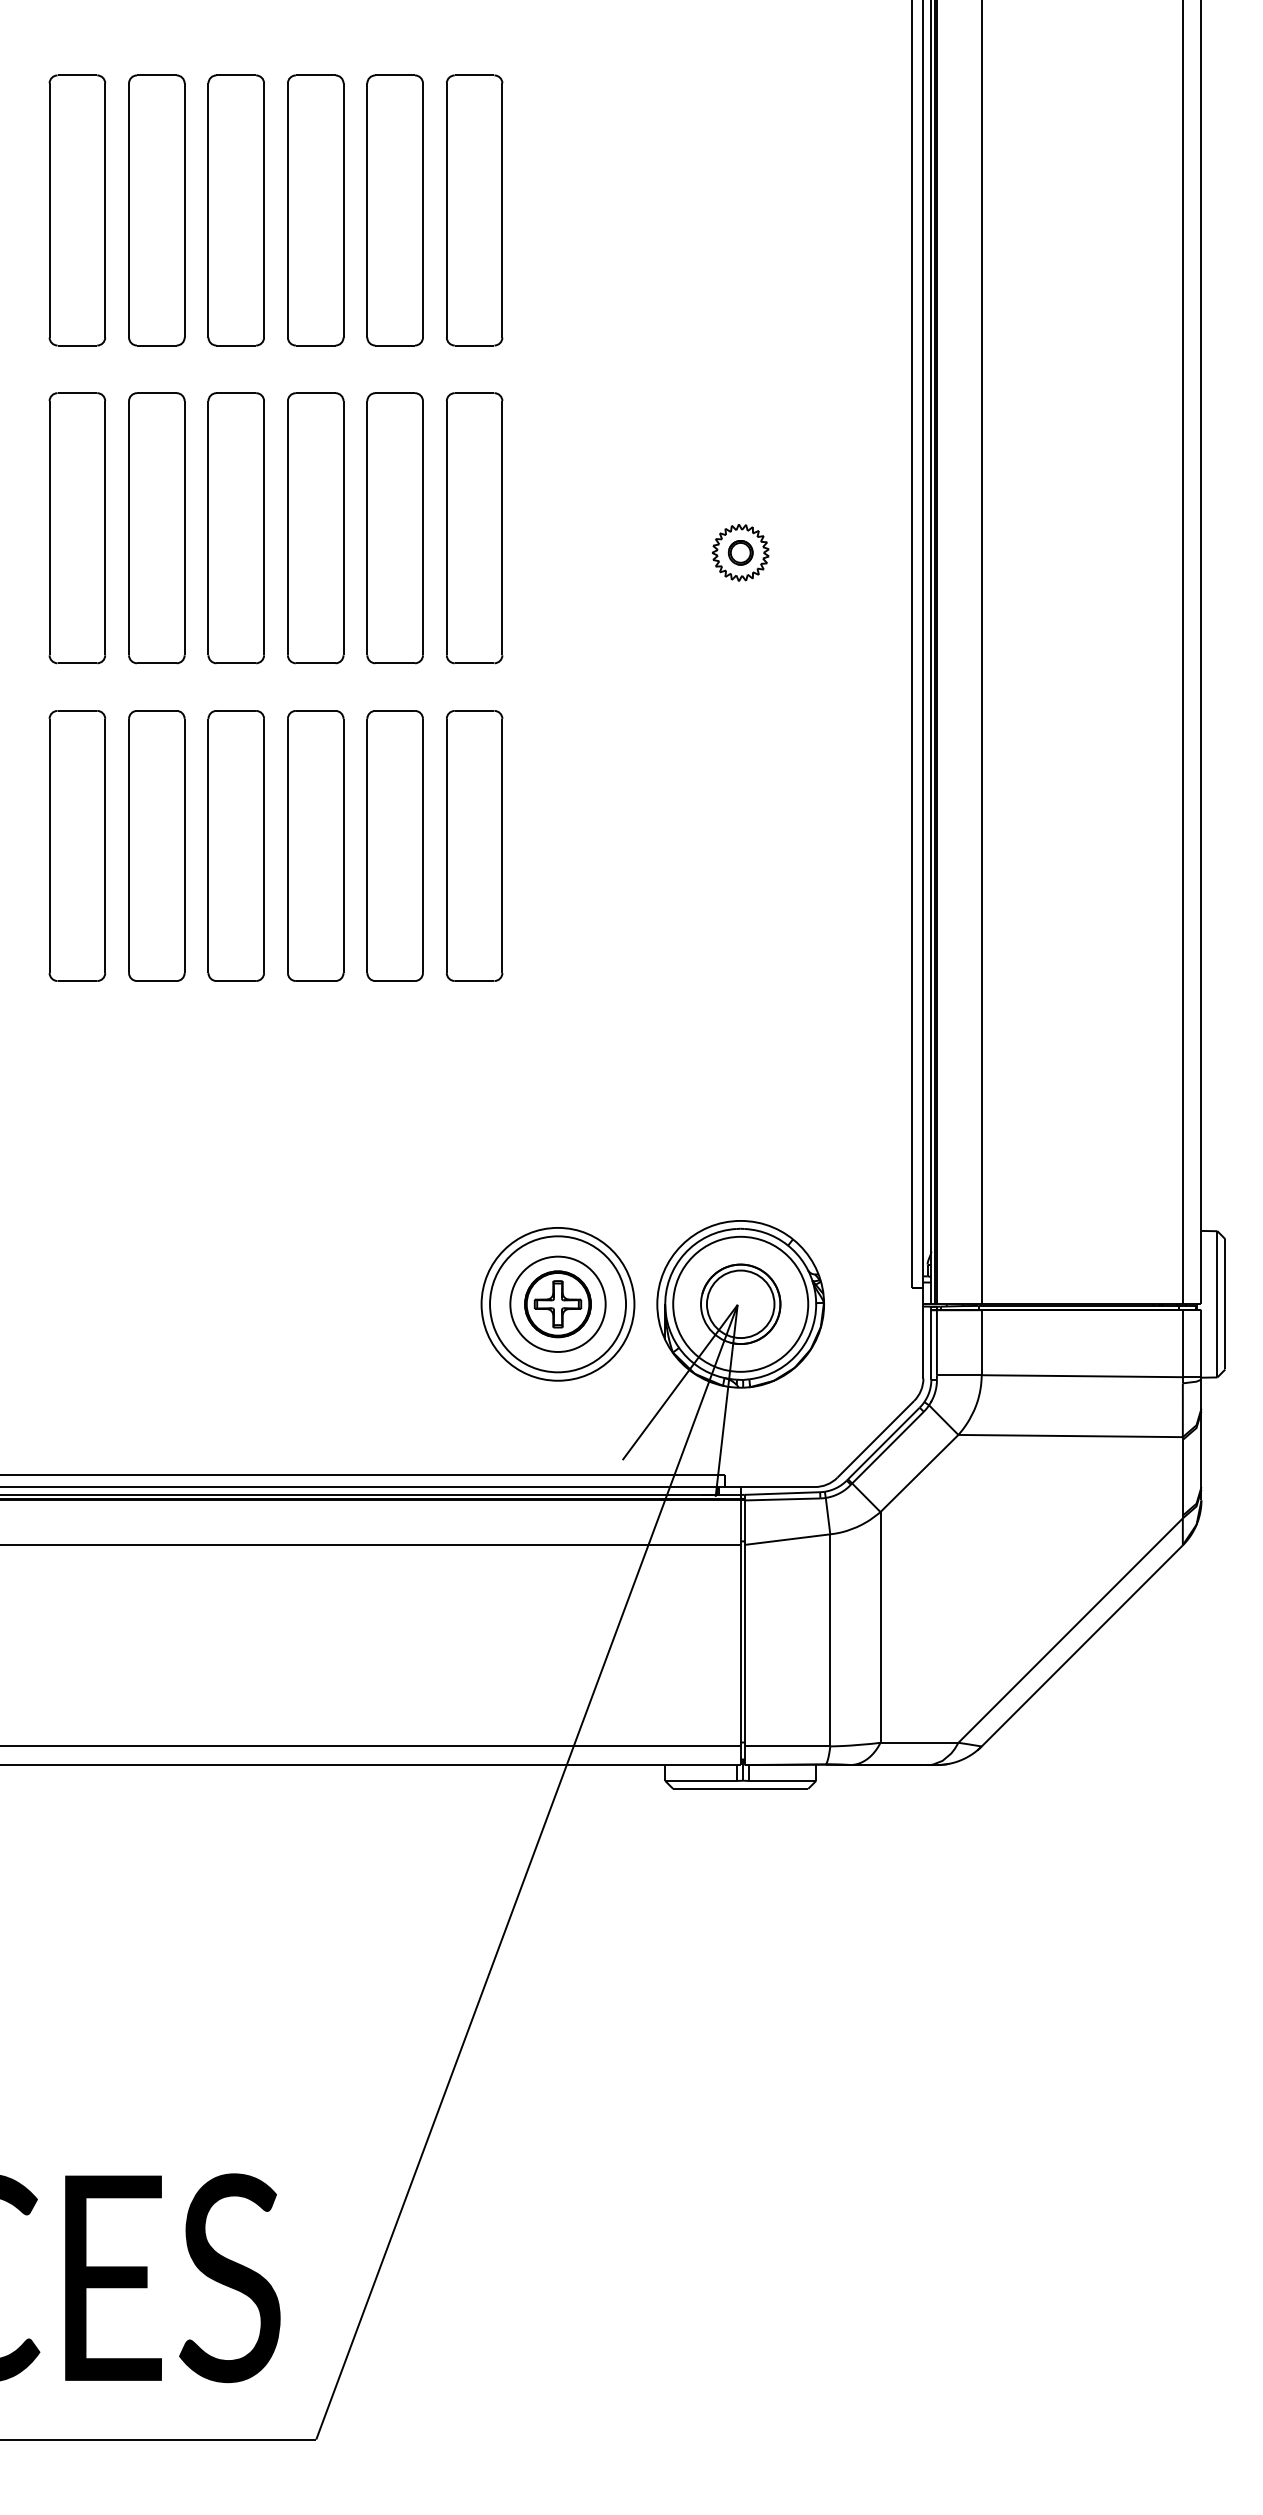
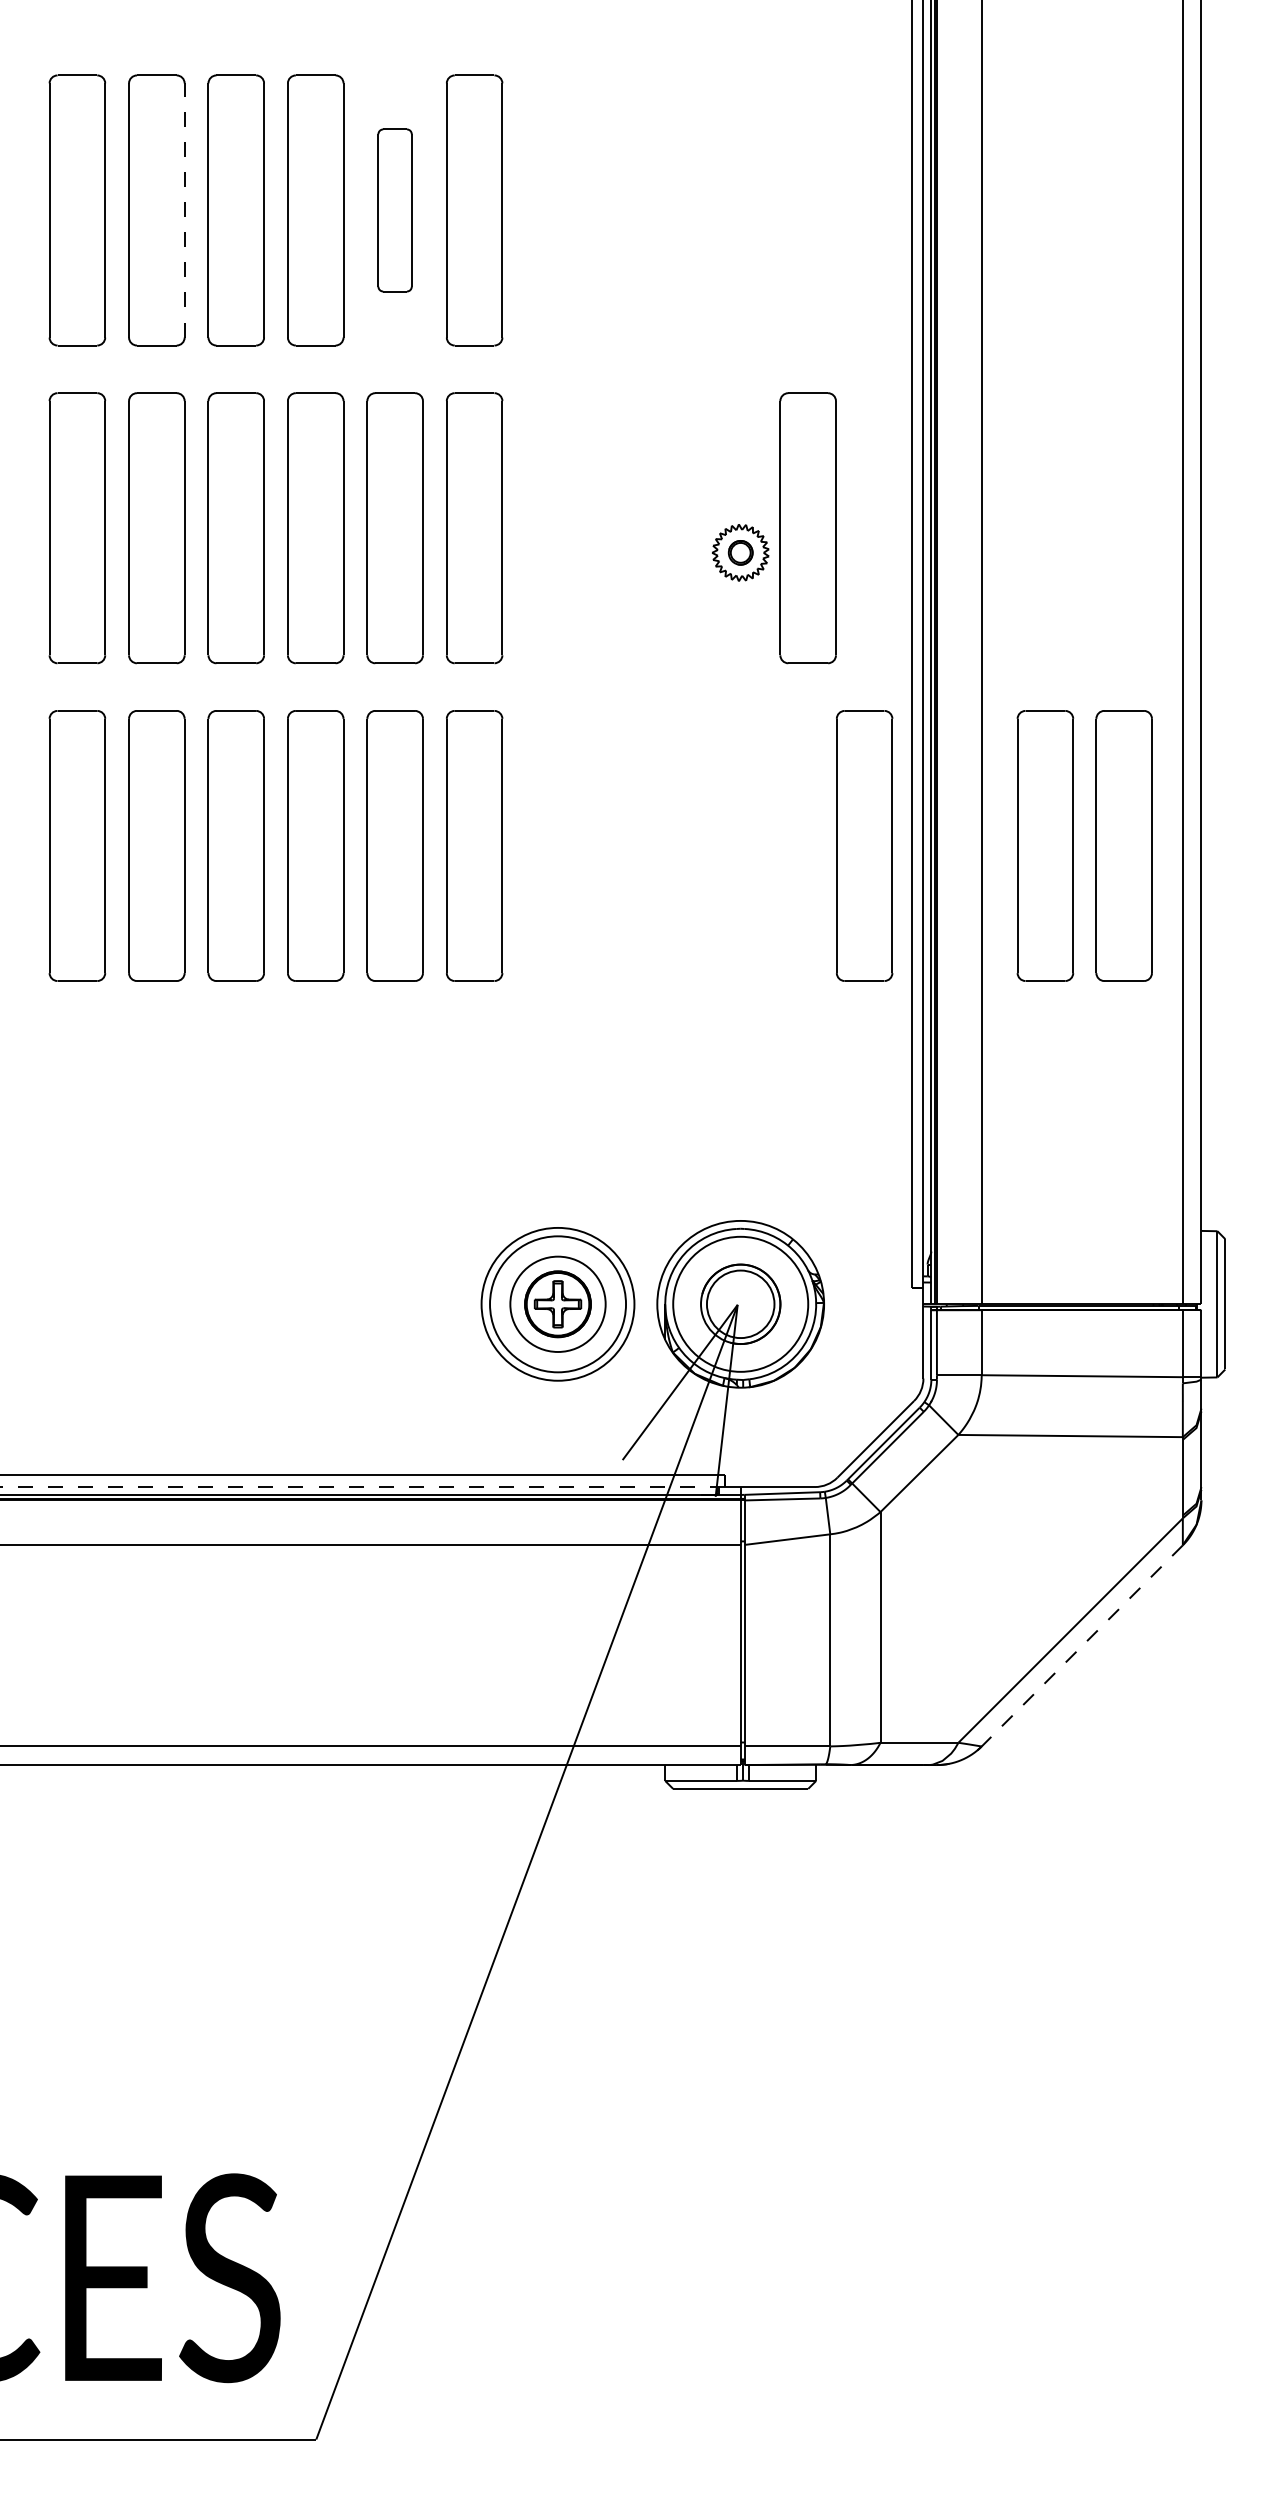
line at (184, 209): solid -> dashed
part at (394, 210) size: 58x273 px -> 36x165 px
part at (807, 528): none -> present
part at (864, 845): none -> present
part at (1045, 845): none -> present
part at (1123, 845): none -> present
line at (362, 1487): solid -> dashed
line at (1081, 1646): solid -> dashed
